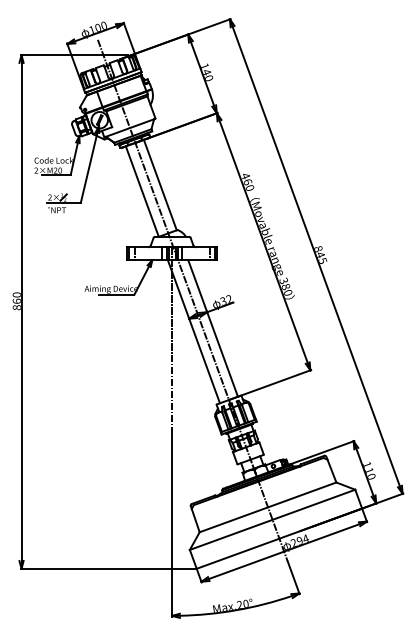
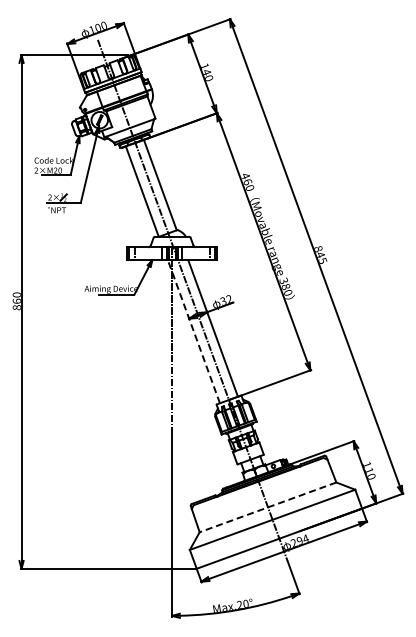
line at (193, 331): solid -> dashed
line at (268, 507): solid -> dashed
